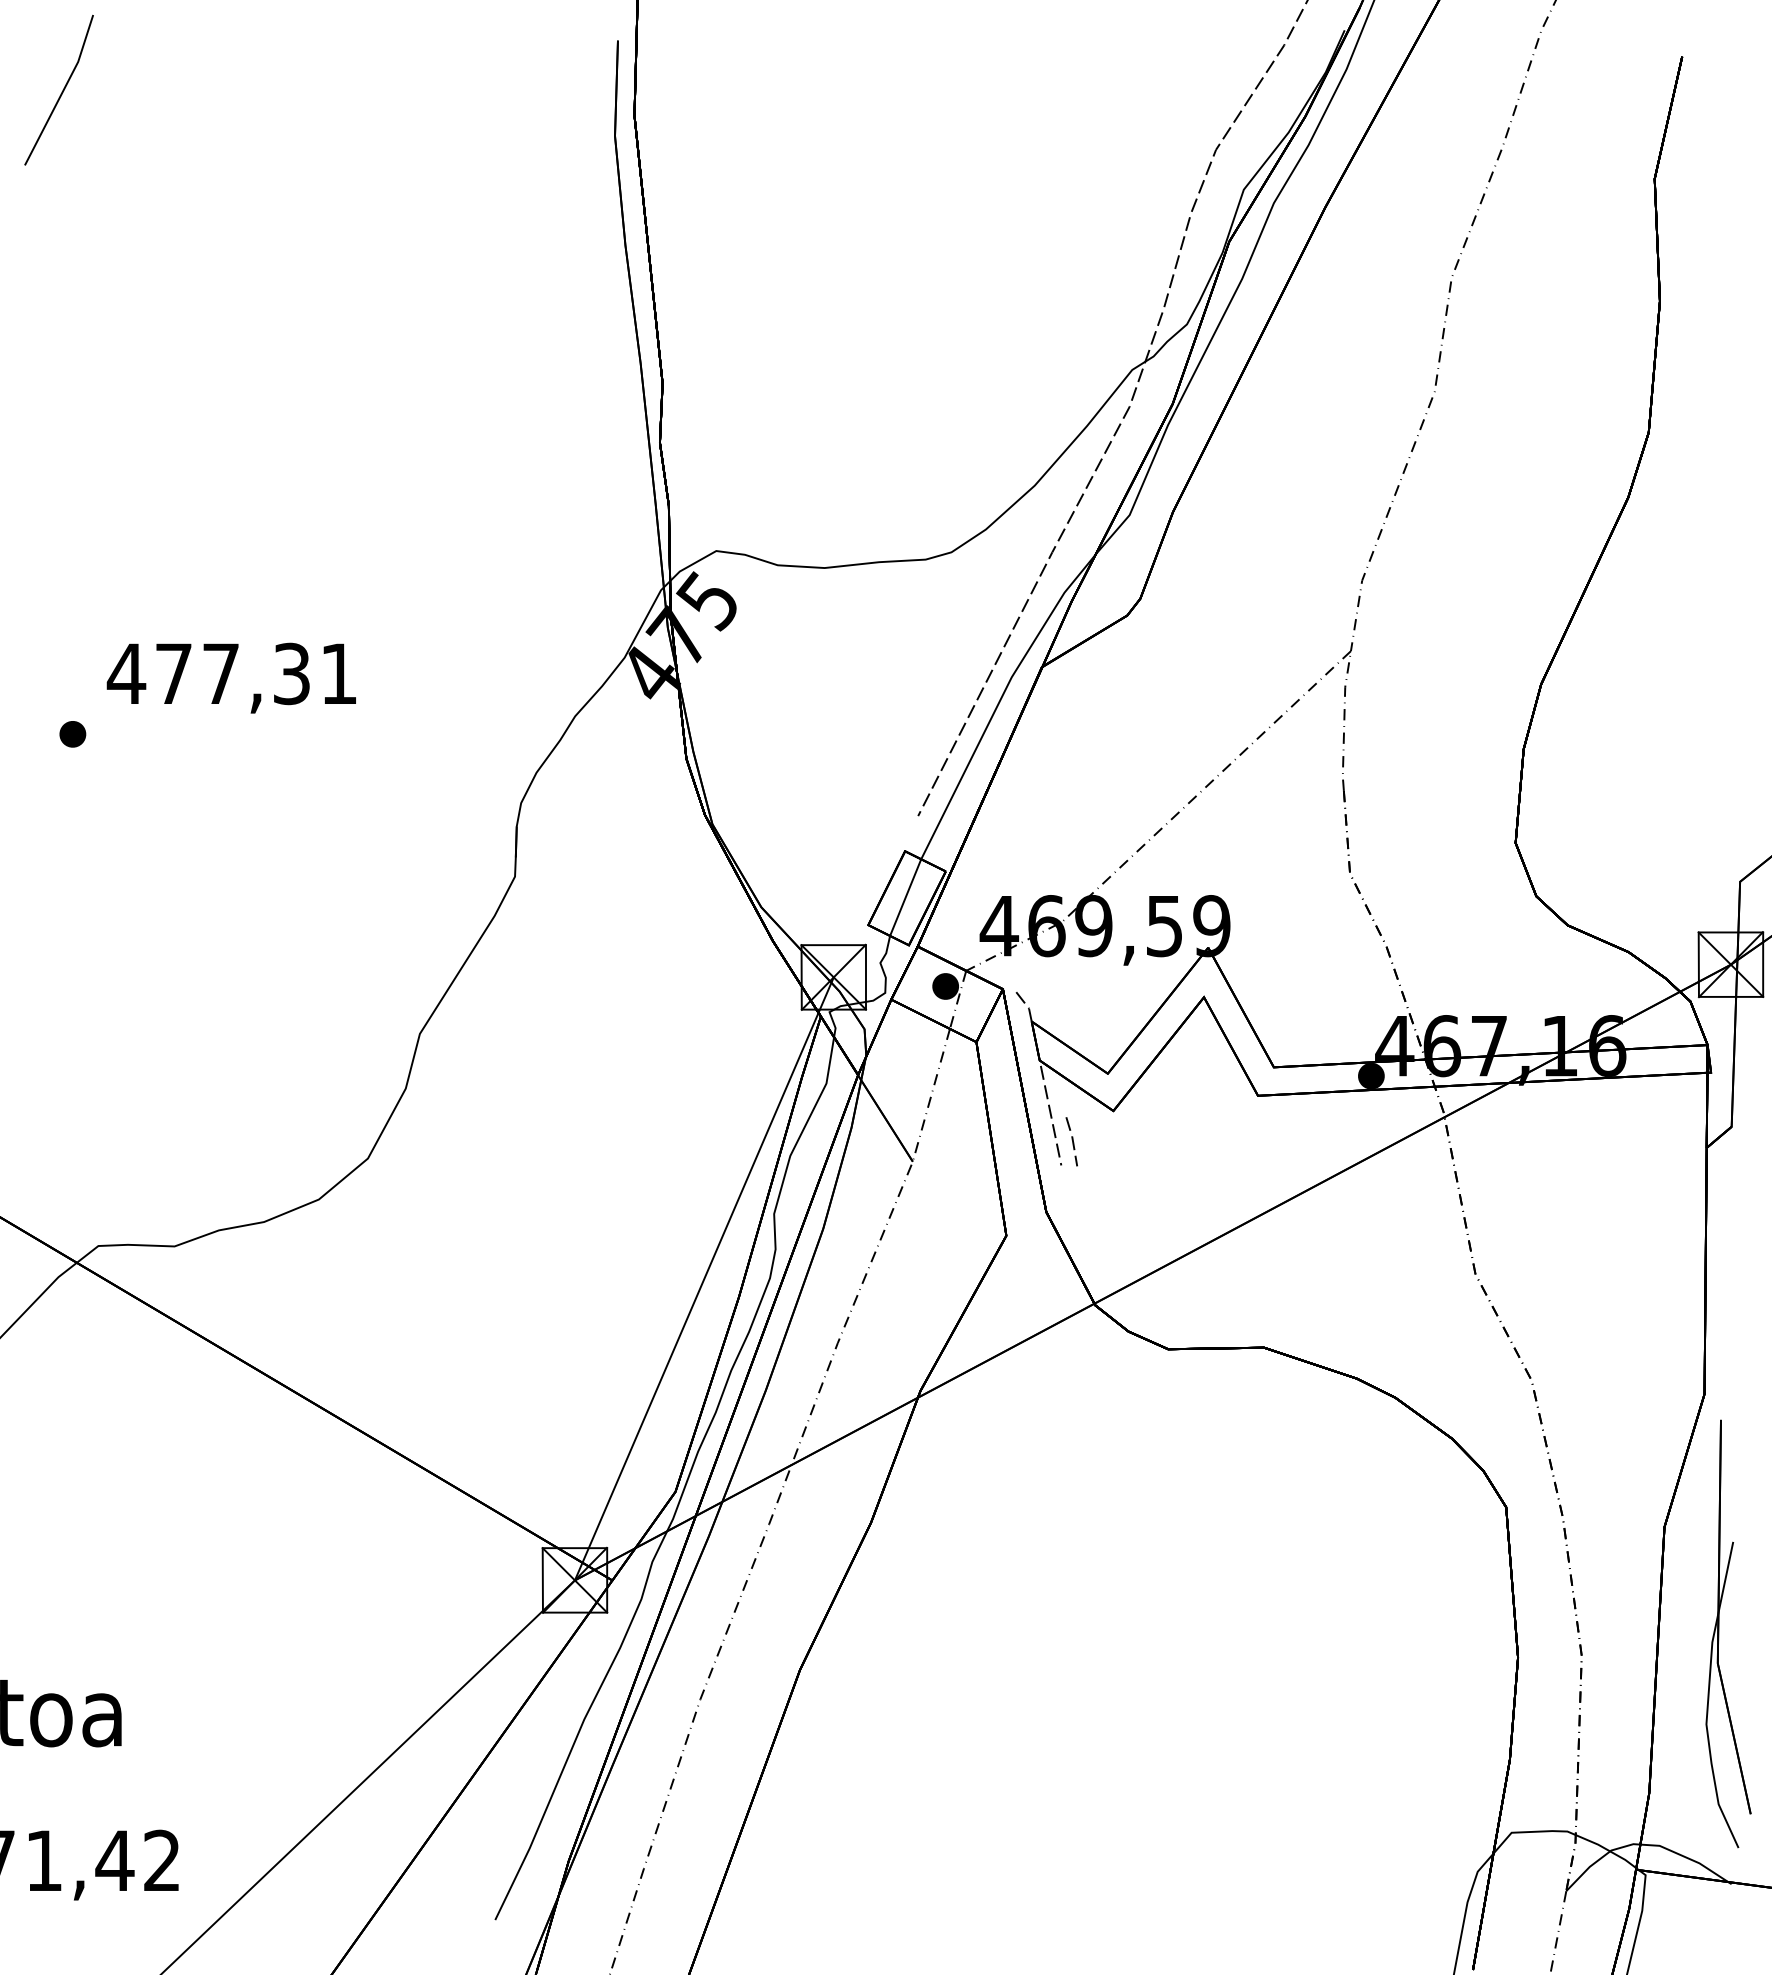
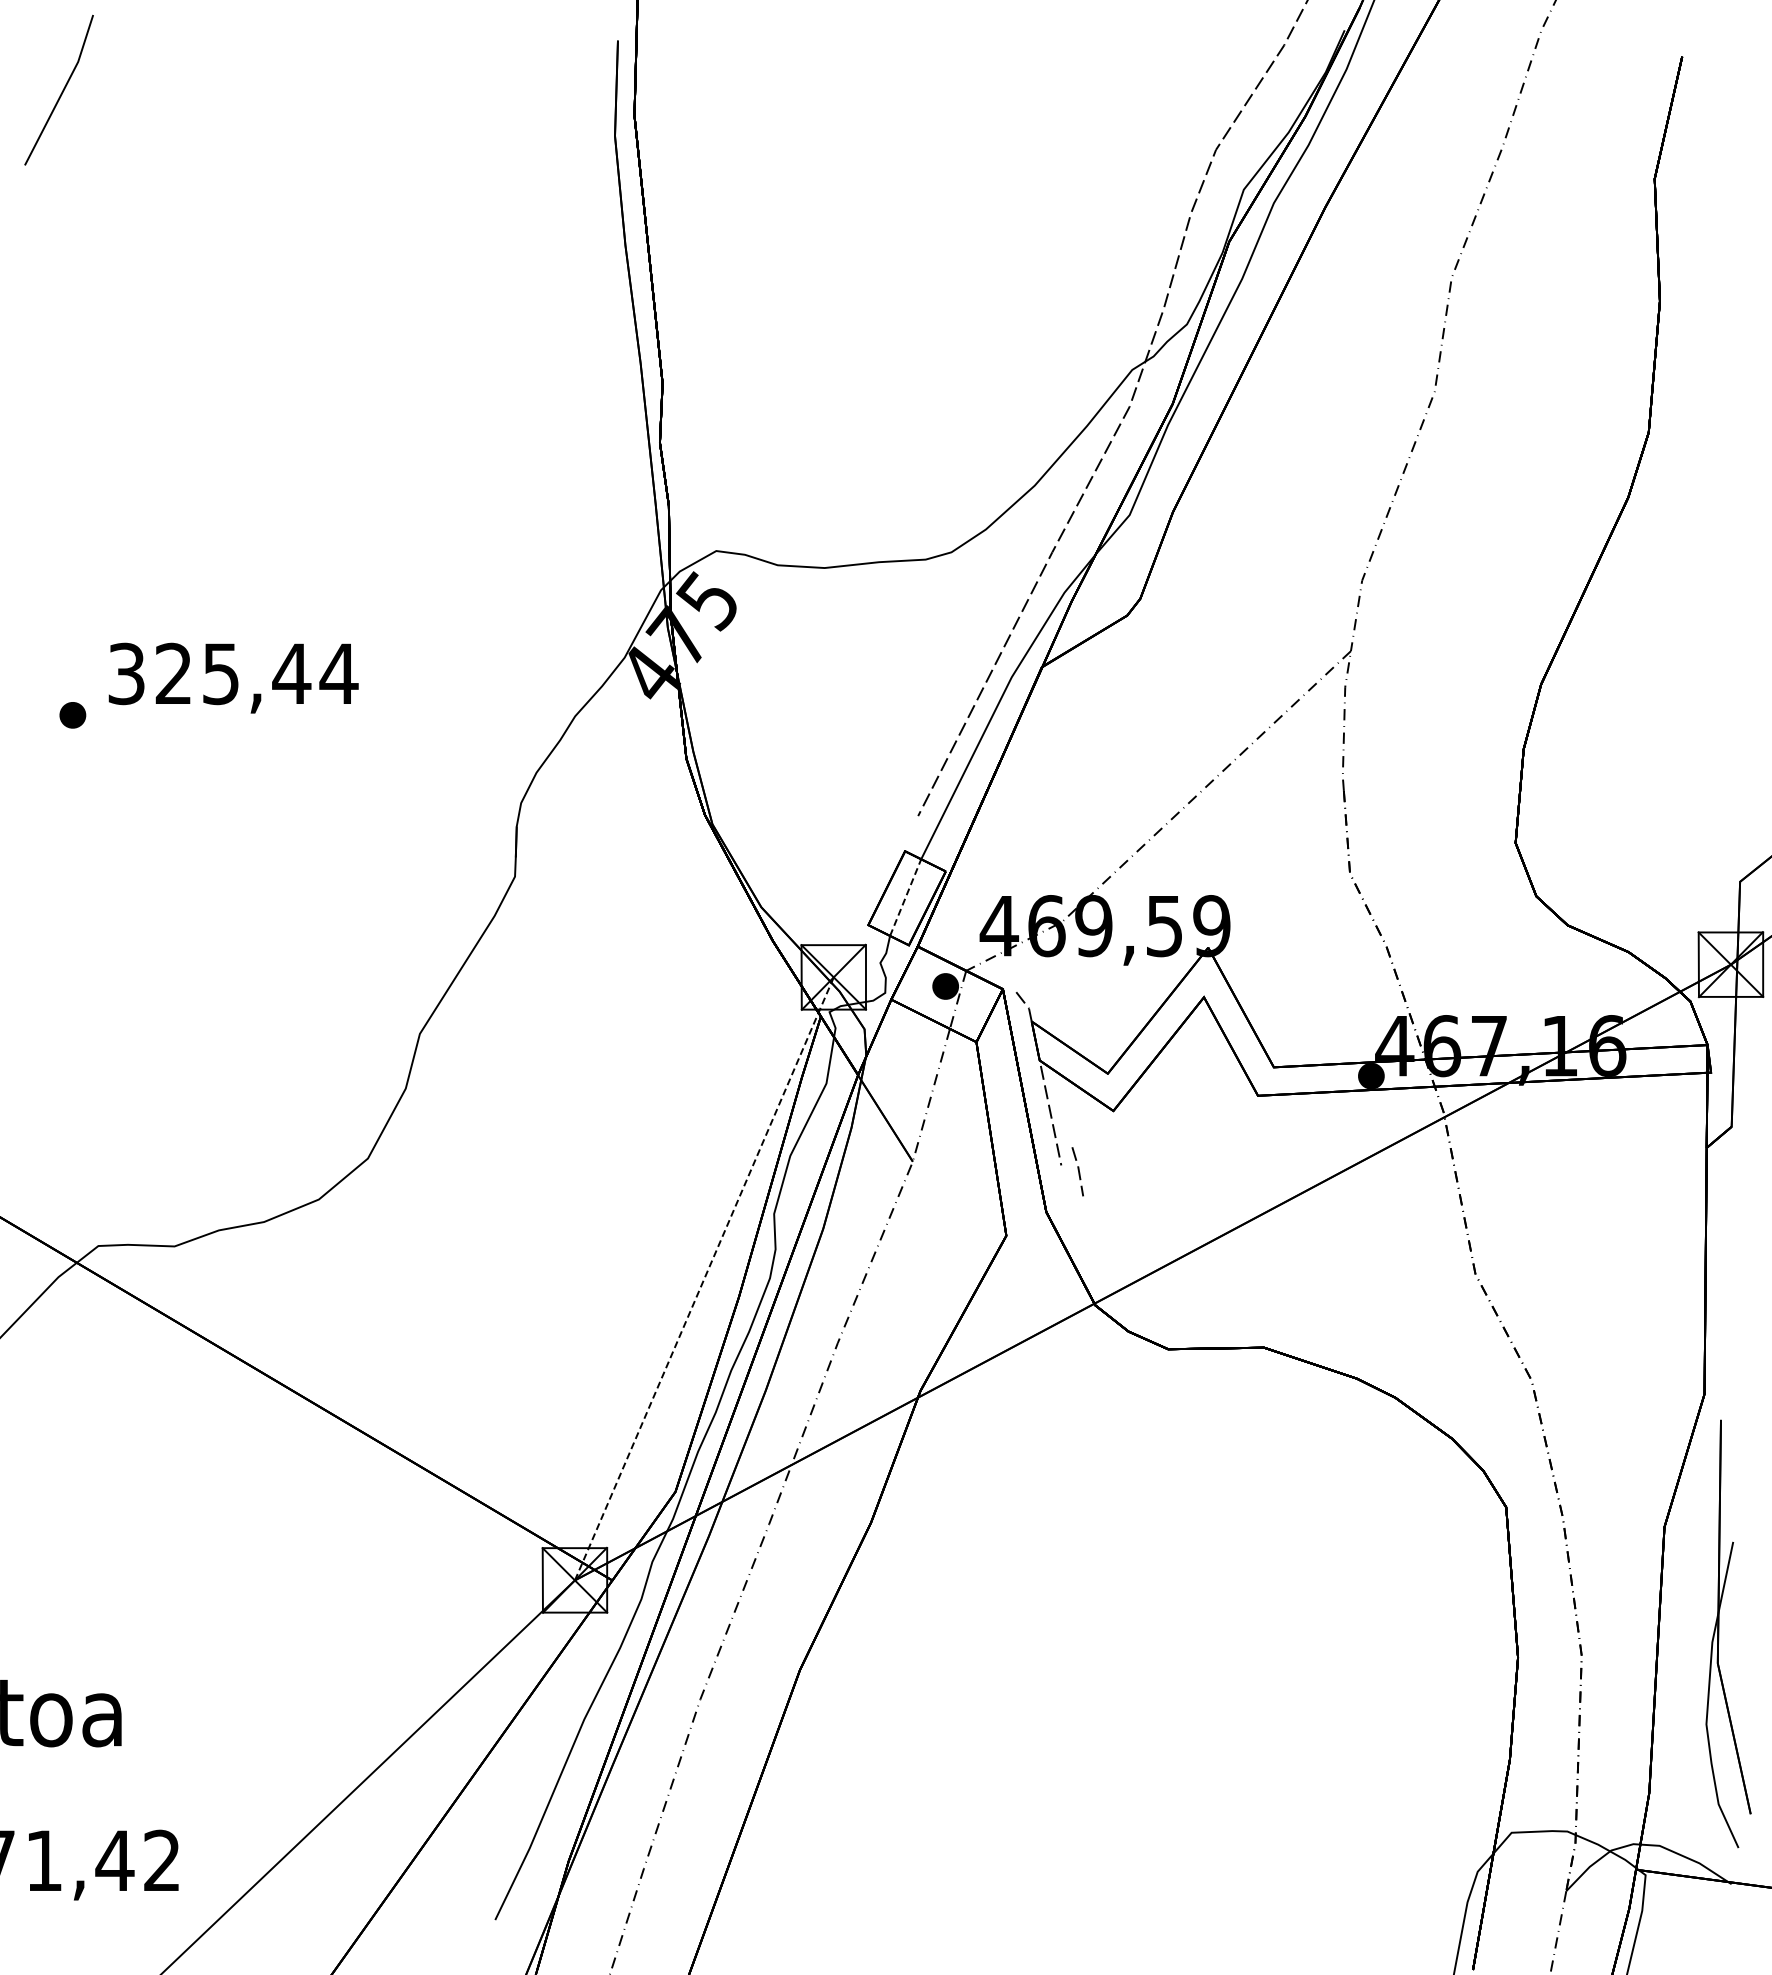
text at (232, 673): 477,31 -> 325,44
part at (72, 734) position: (72, 734) -> (72, 715)
line at (905, 897): solid -> dashed
line at (1072, 1141) position: (1072, 1141) -> (1078, 1171)
line at (704, 1278): solid -> dashed
